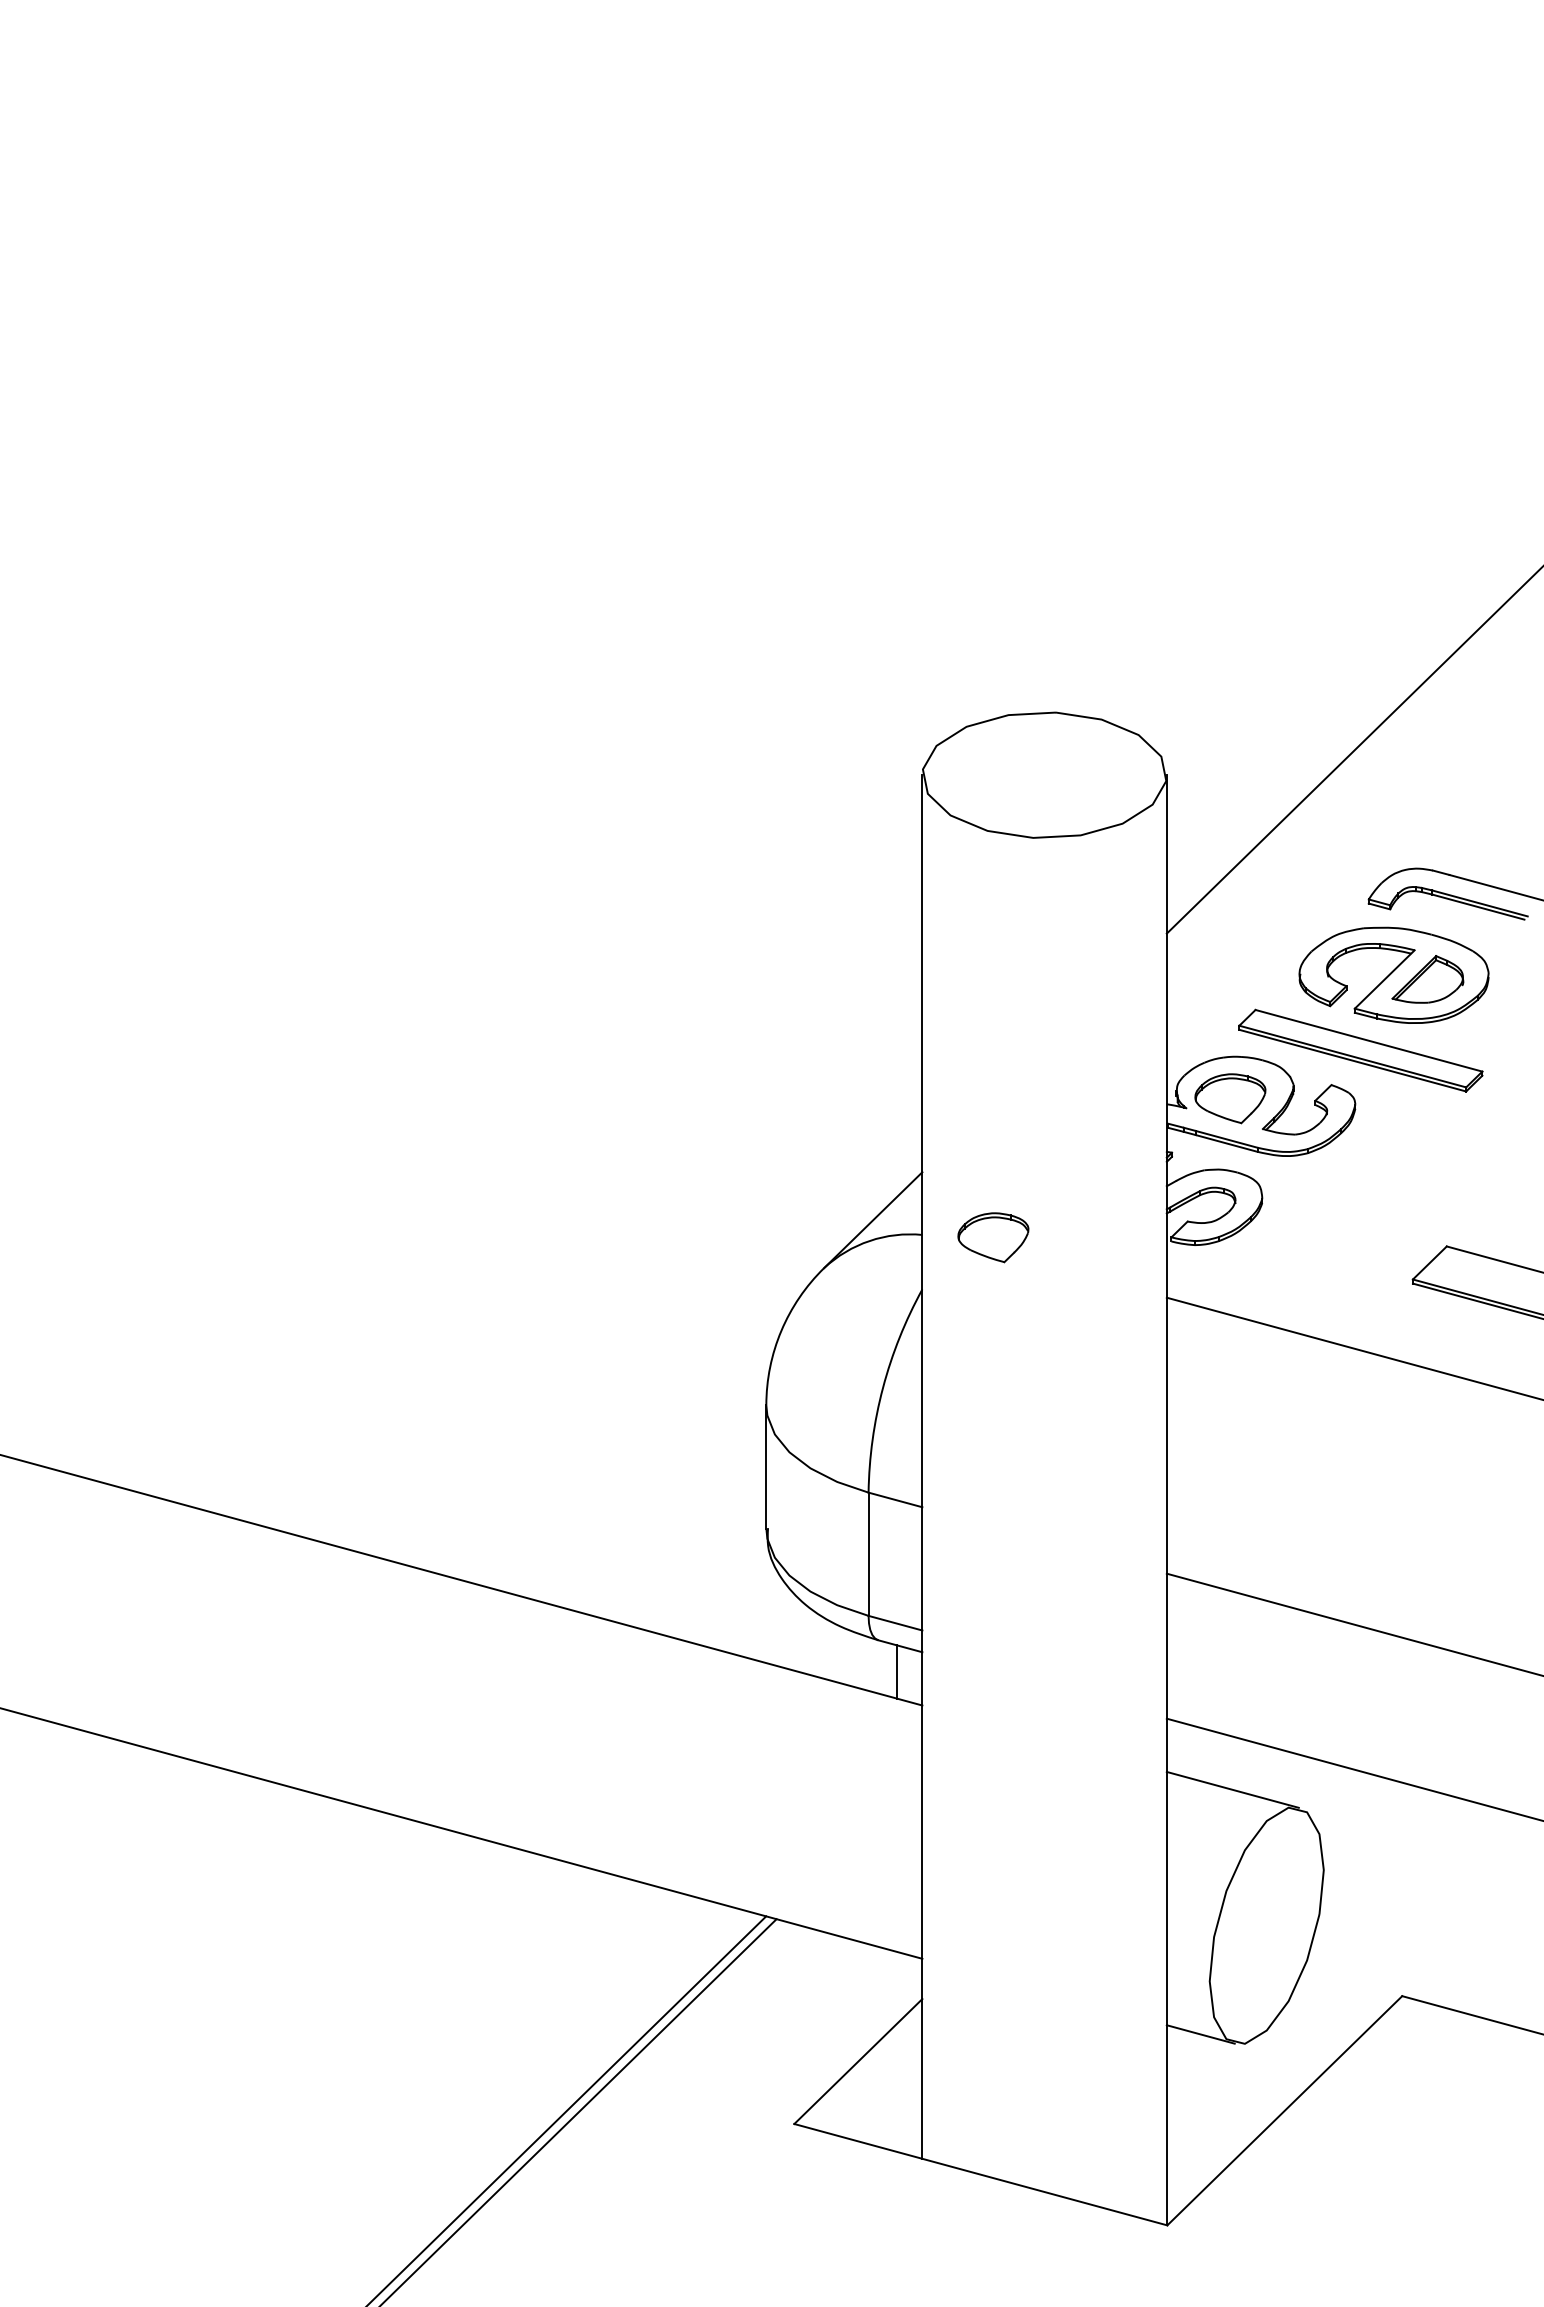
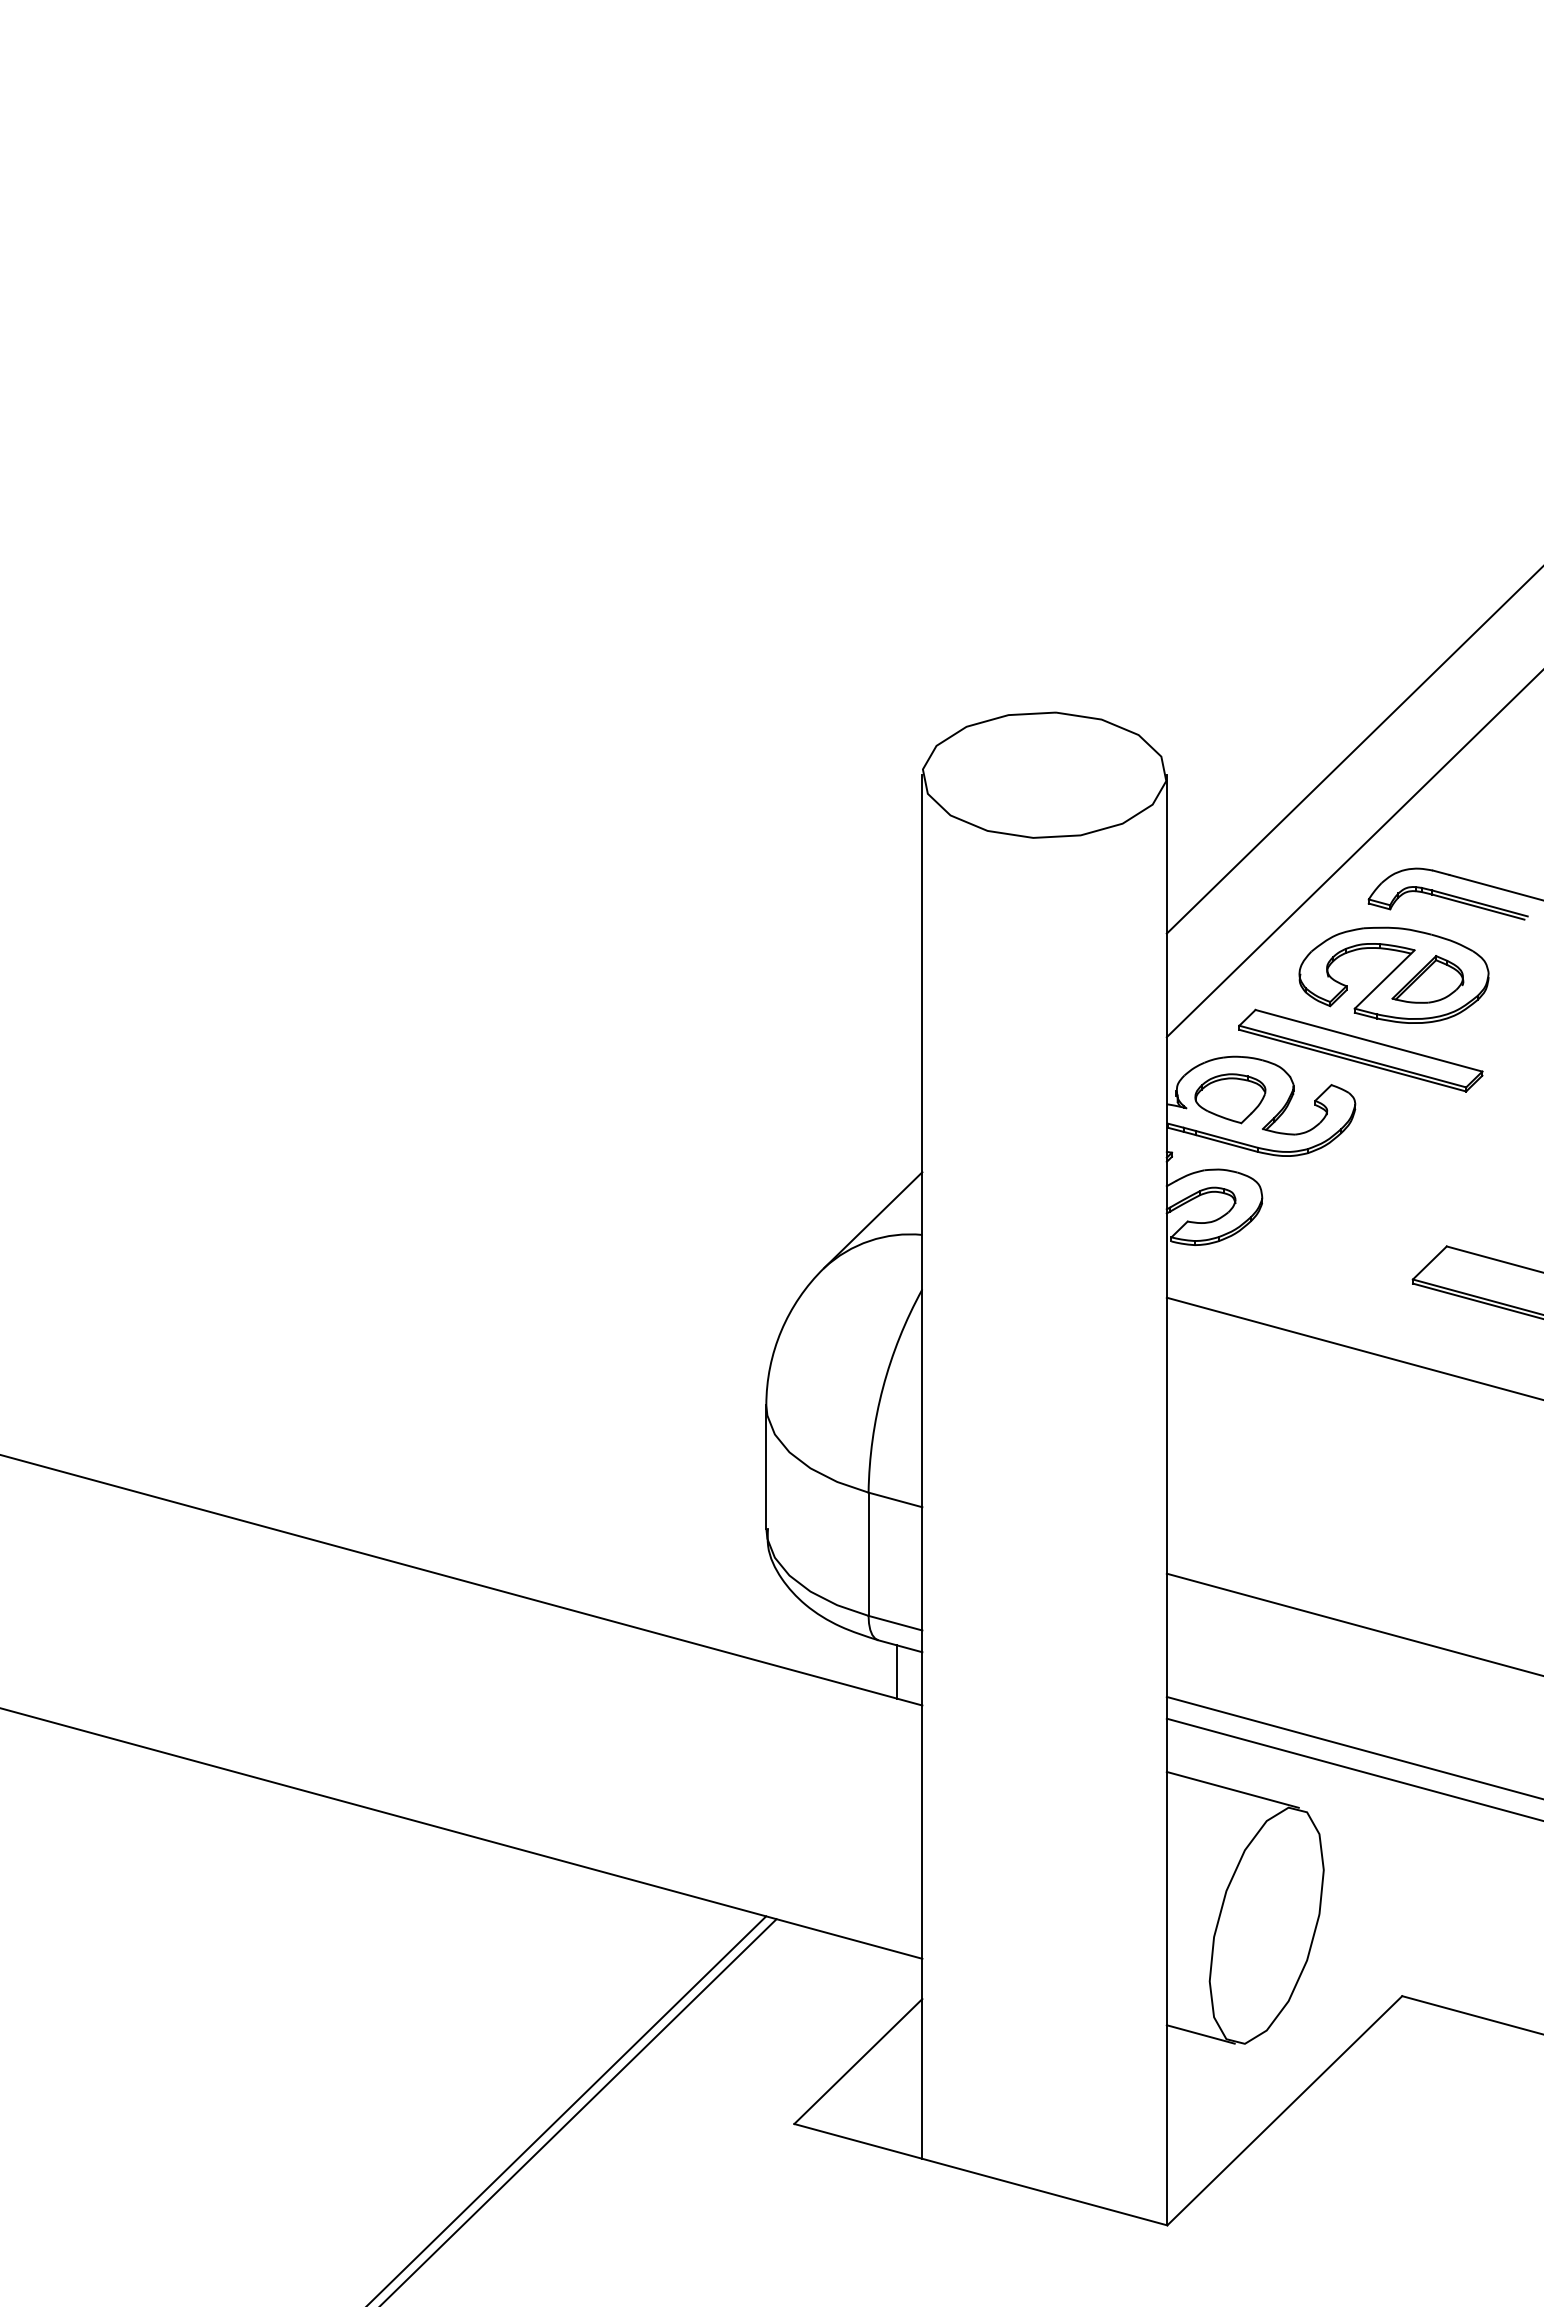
line at (1353, 854): none -> present
part at (993, 1237): present -> none
line at (1353, 1747): none -> present
